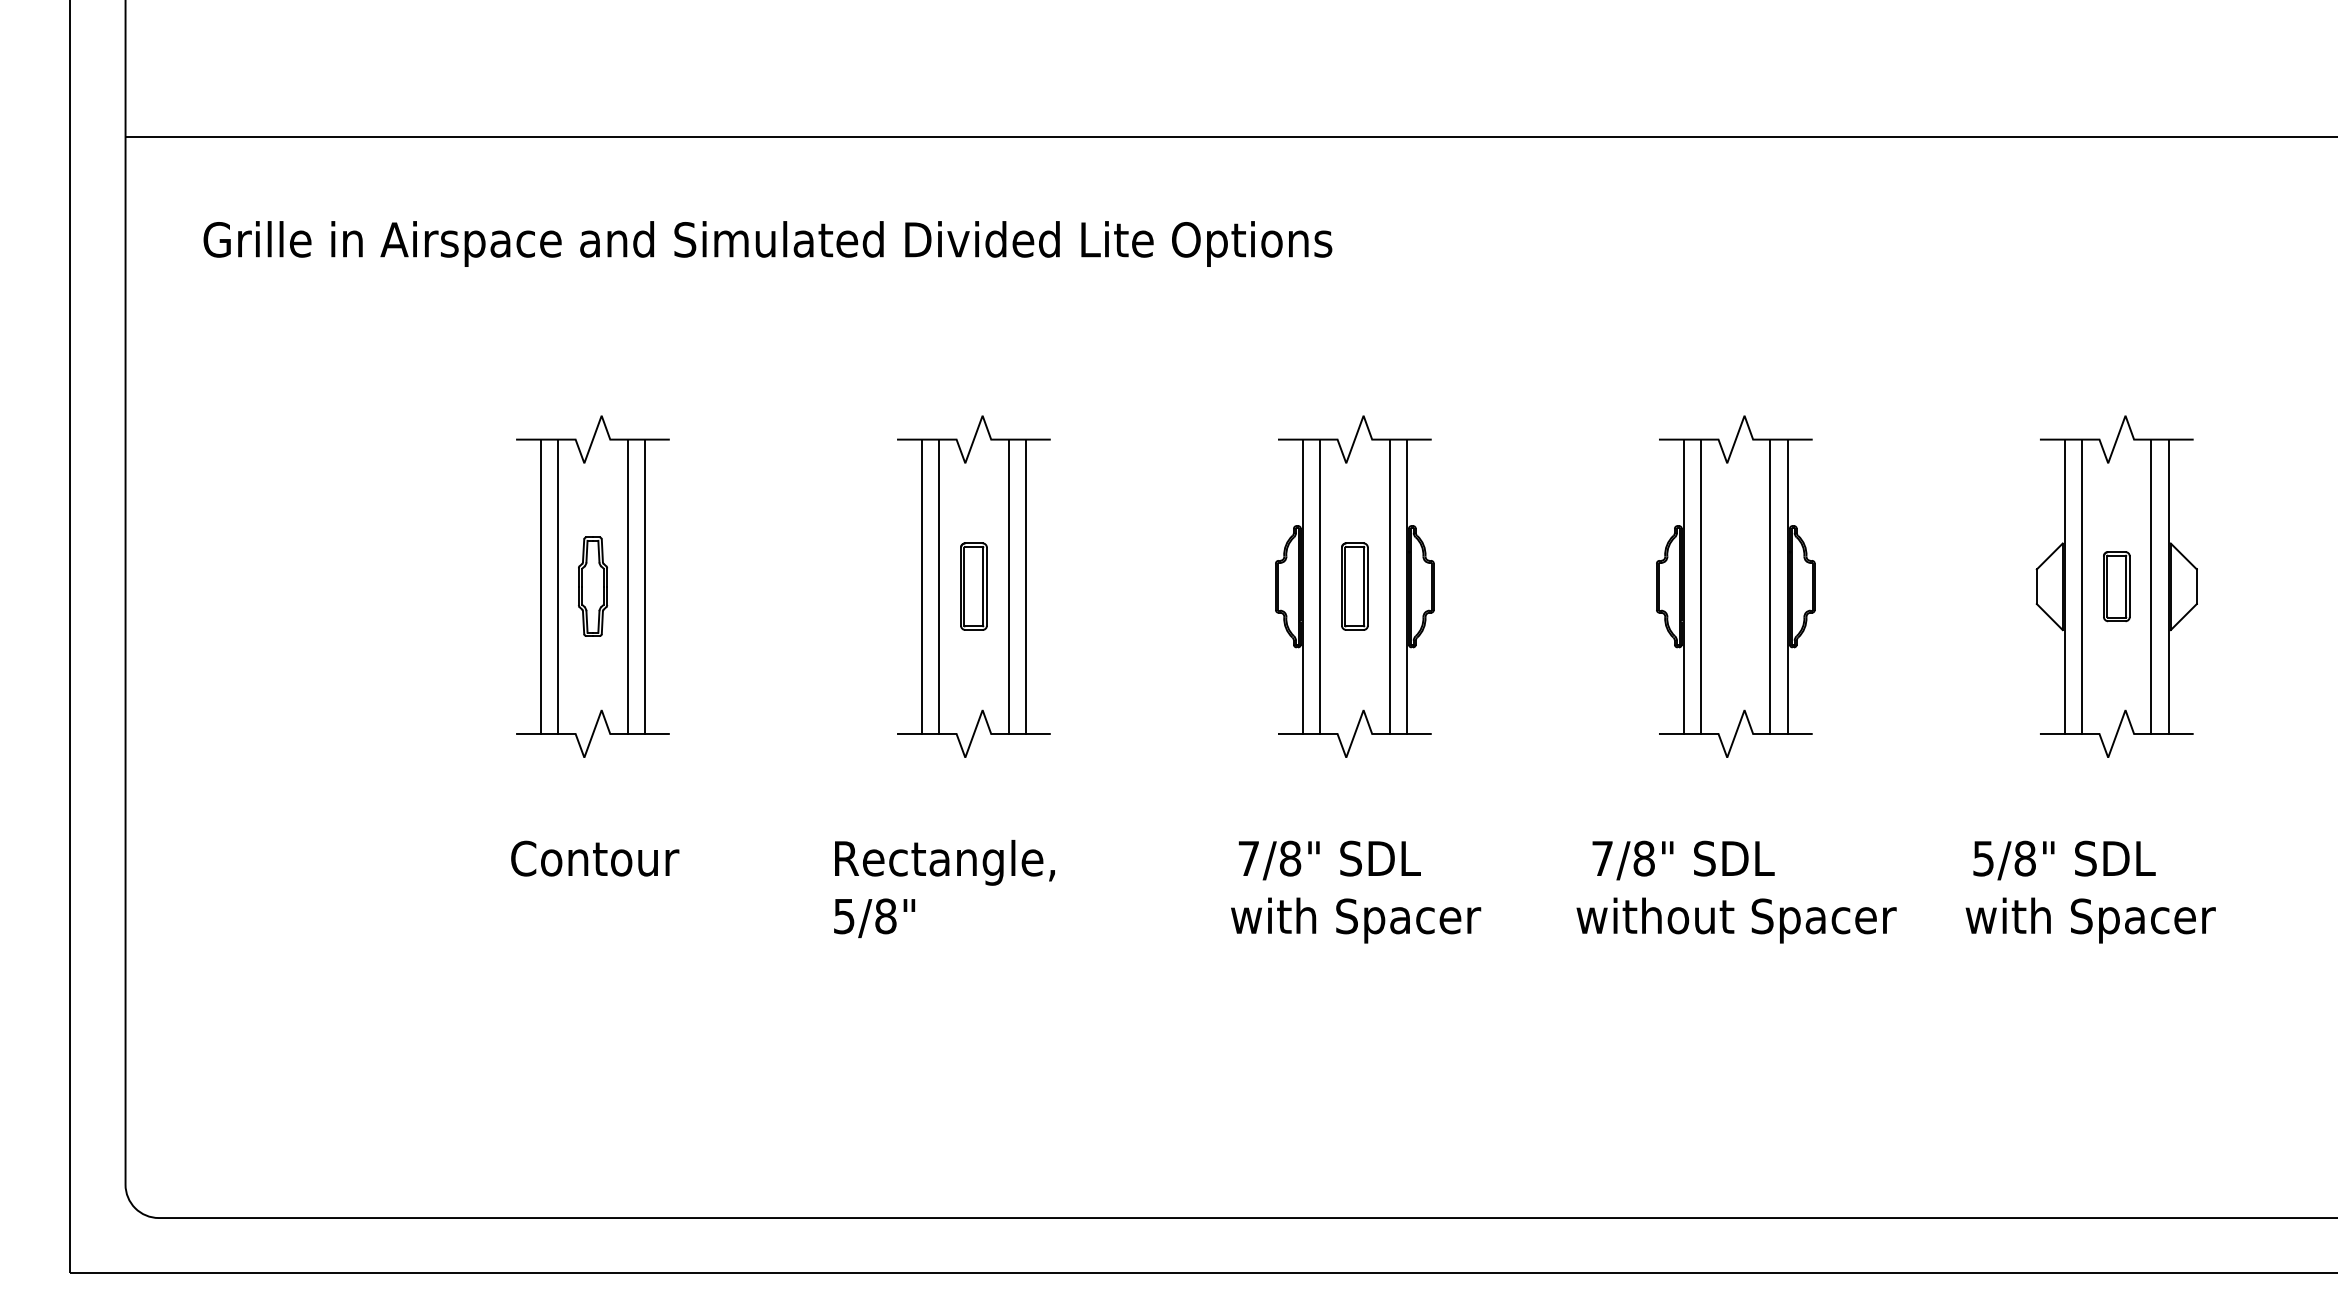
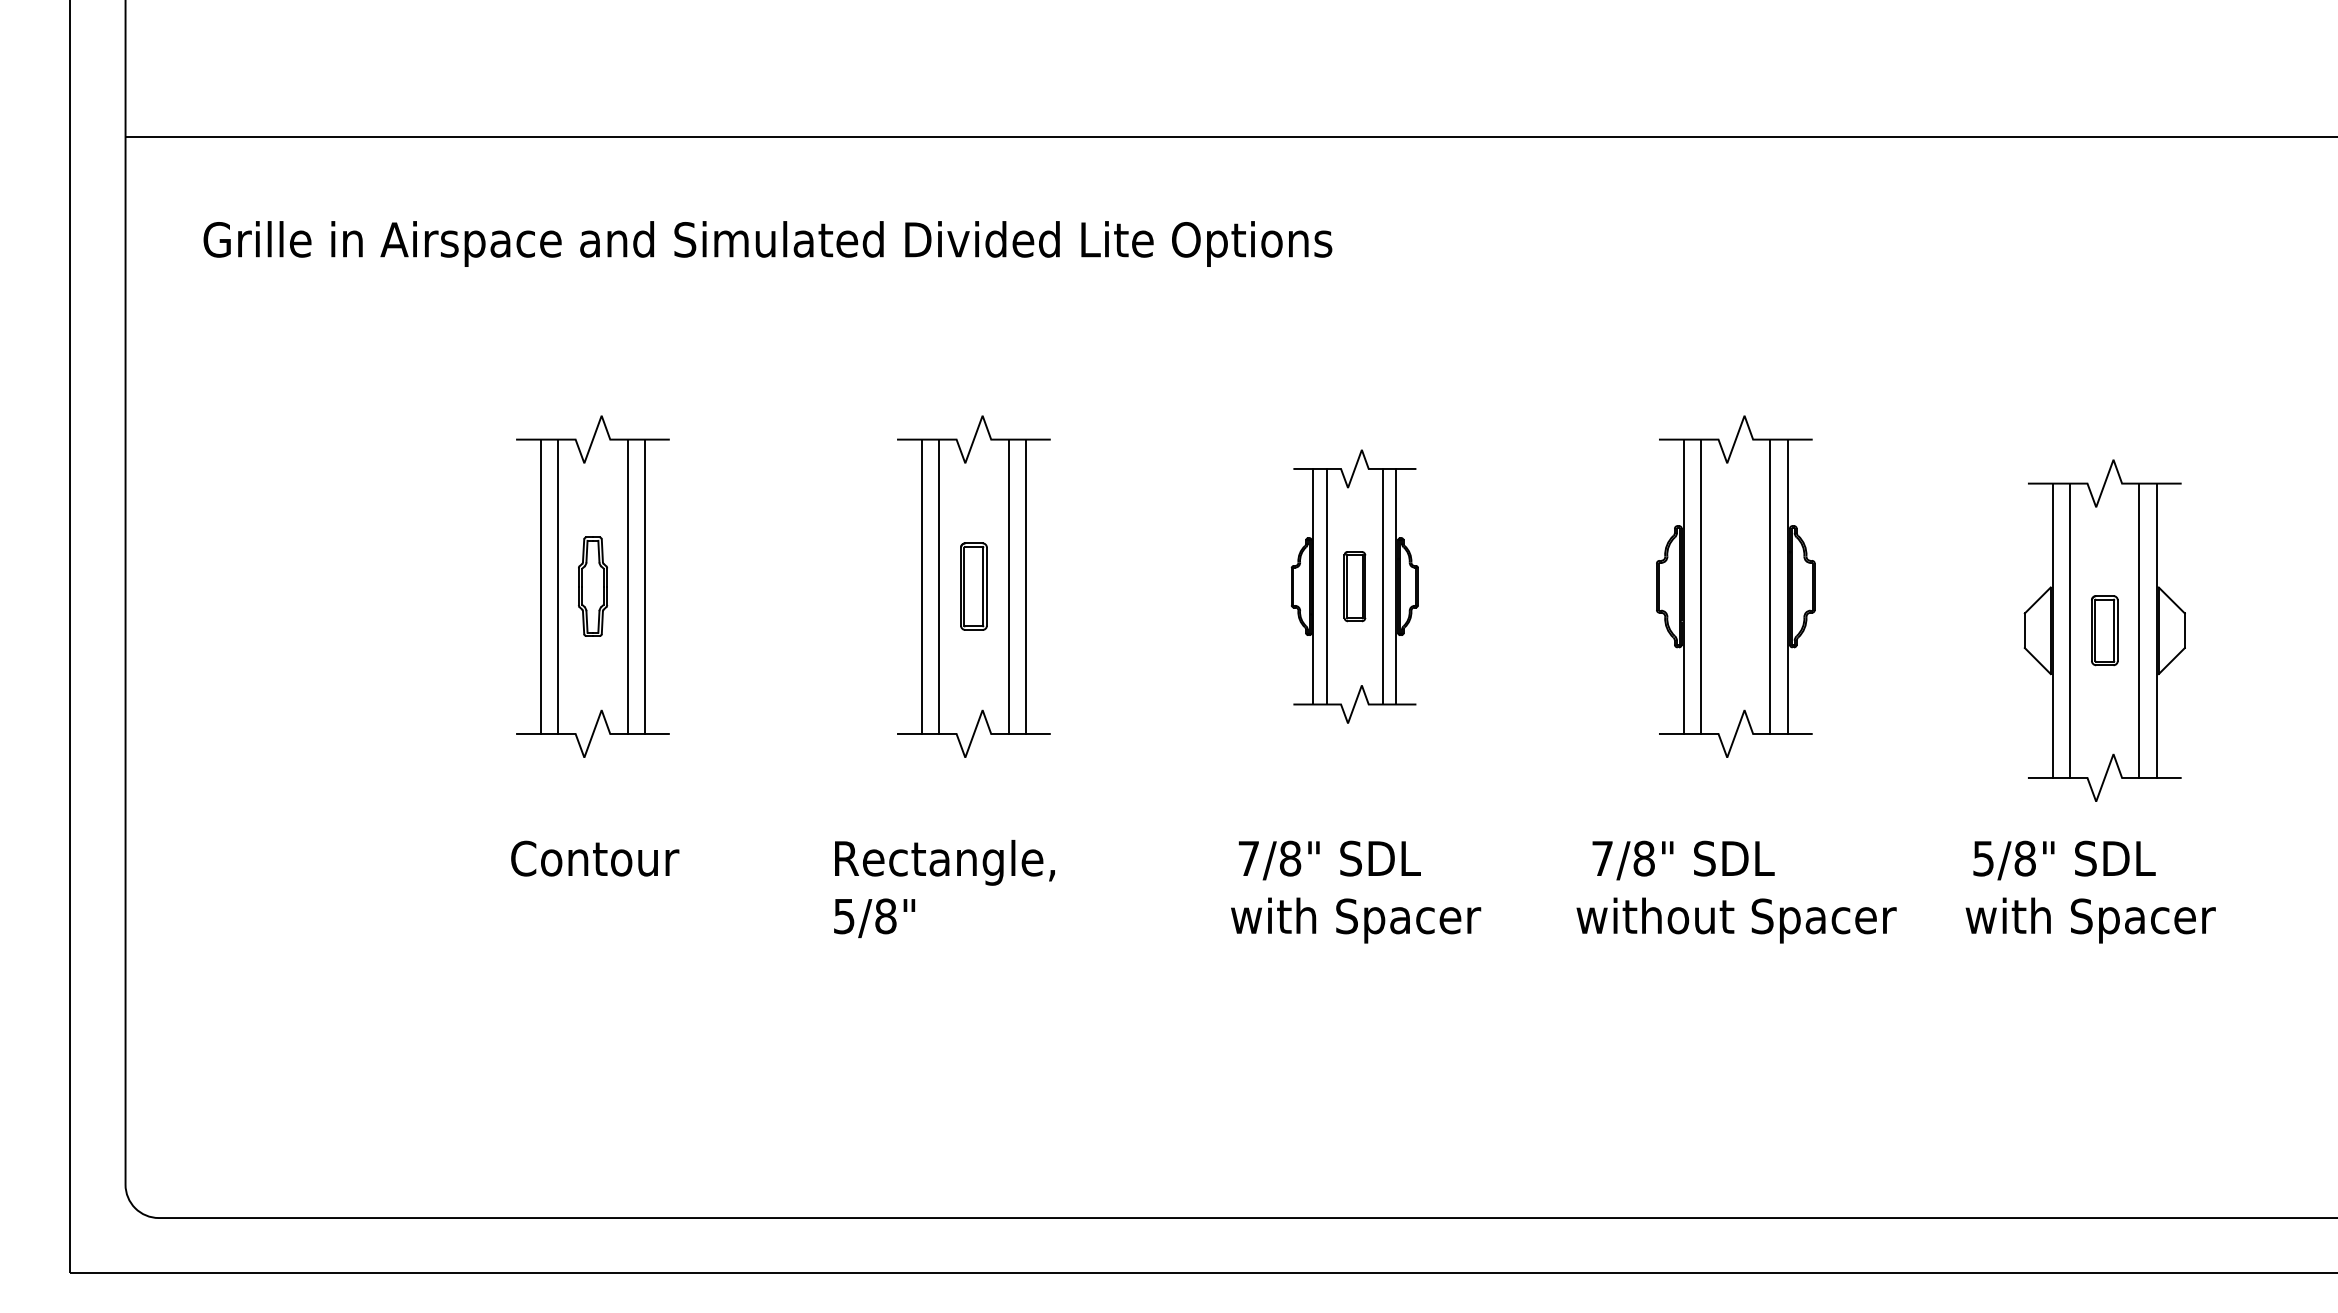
part at (1354, 586) size: 160x343 px -> 129x275 px
part at (2116, 586) position: (2116, 586) -> (2104, 630)
